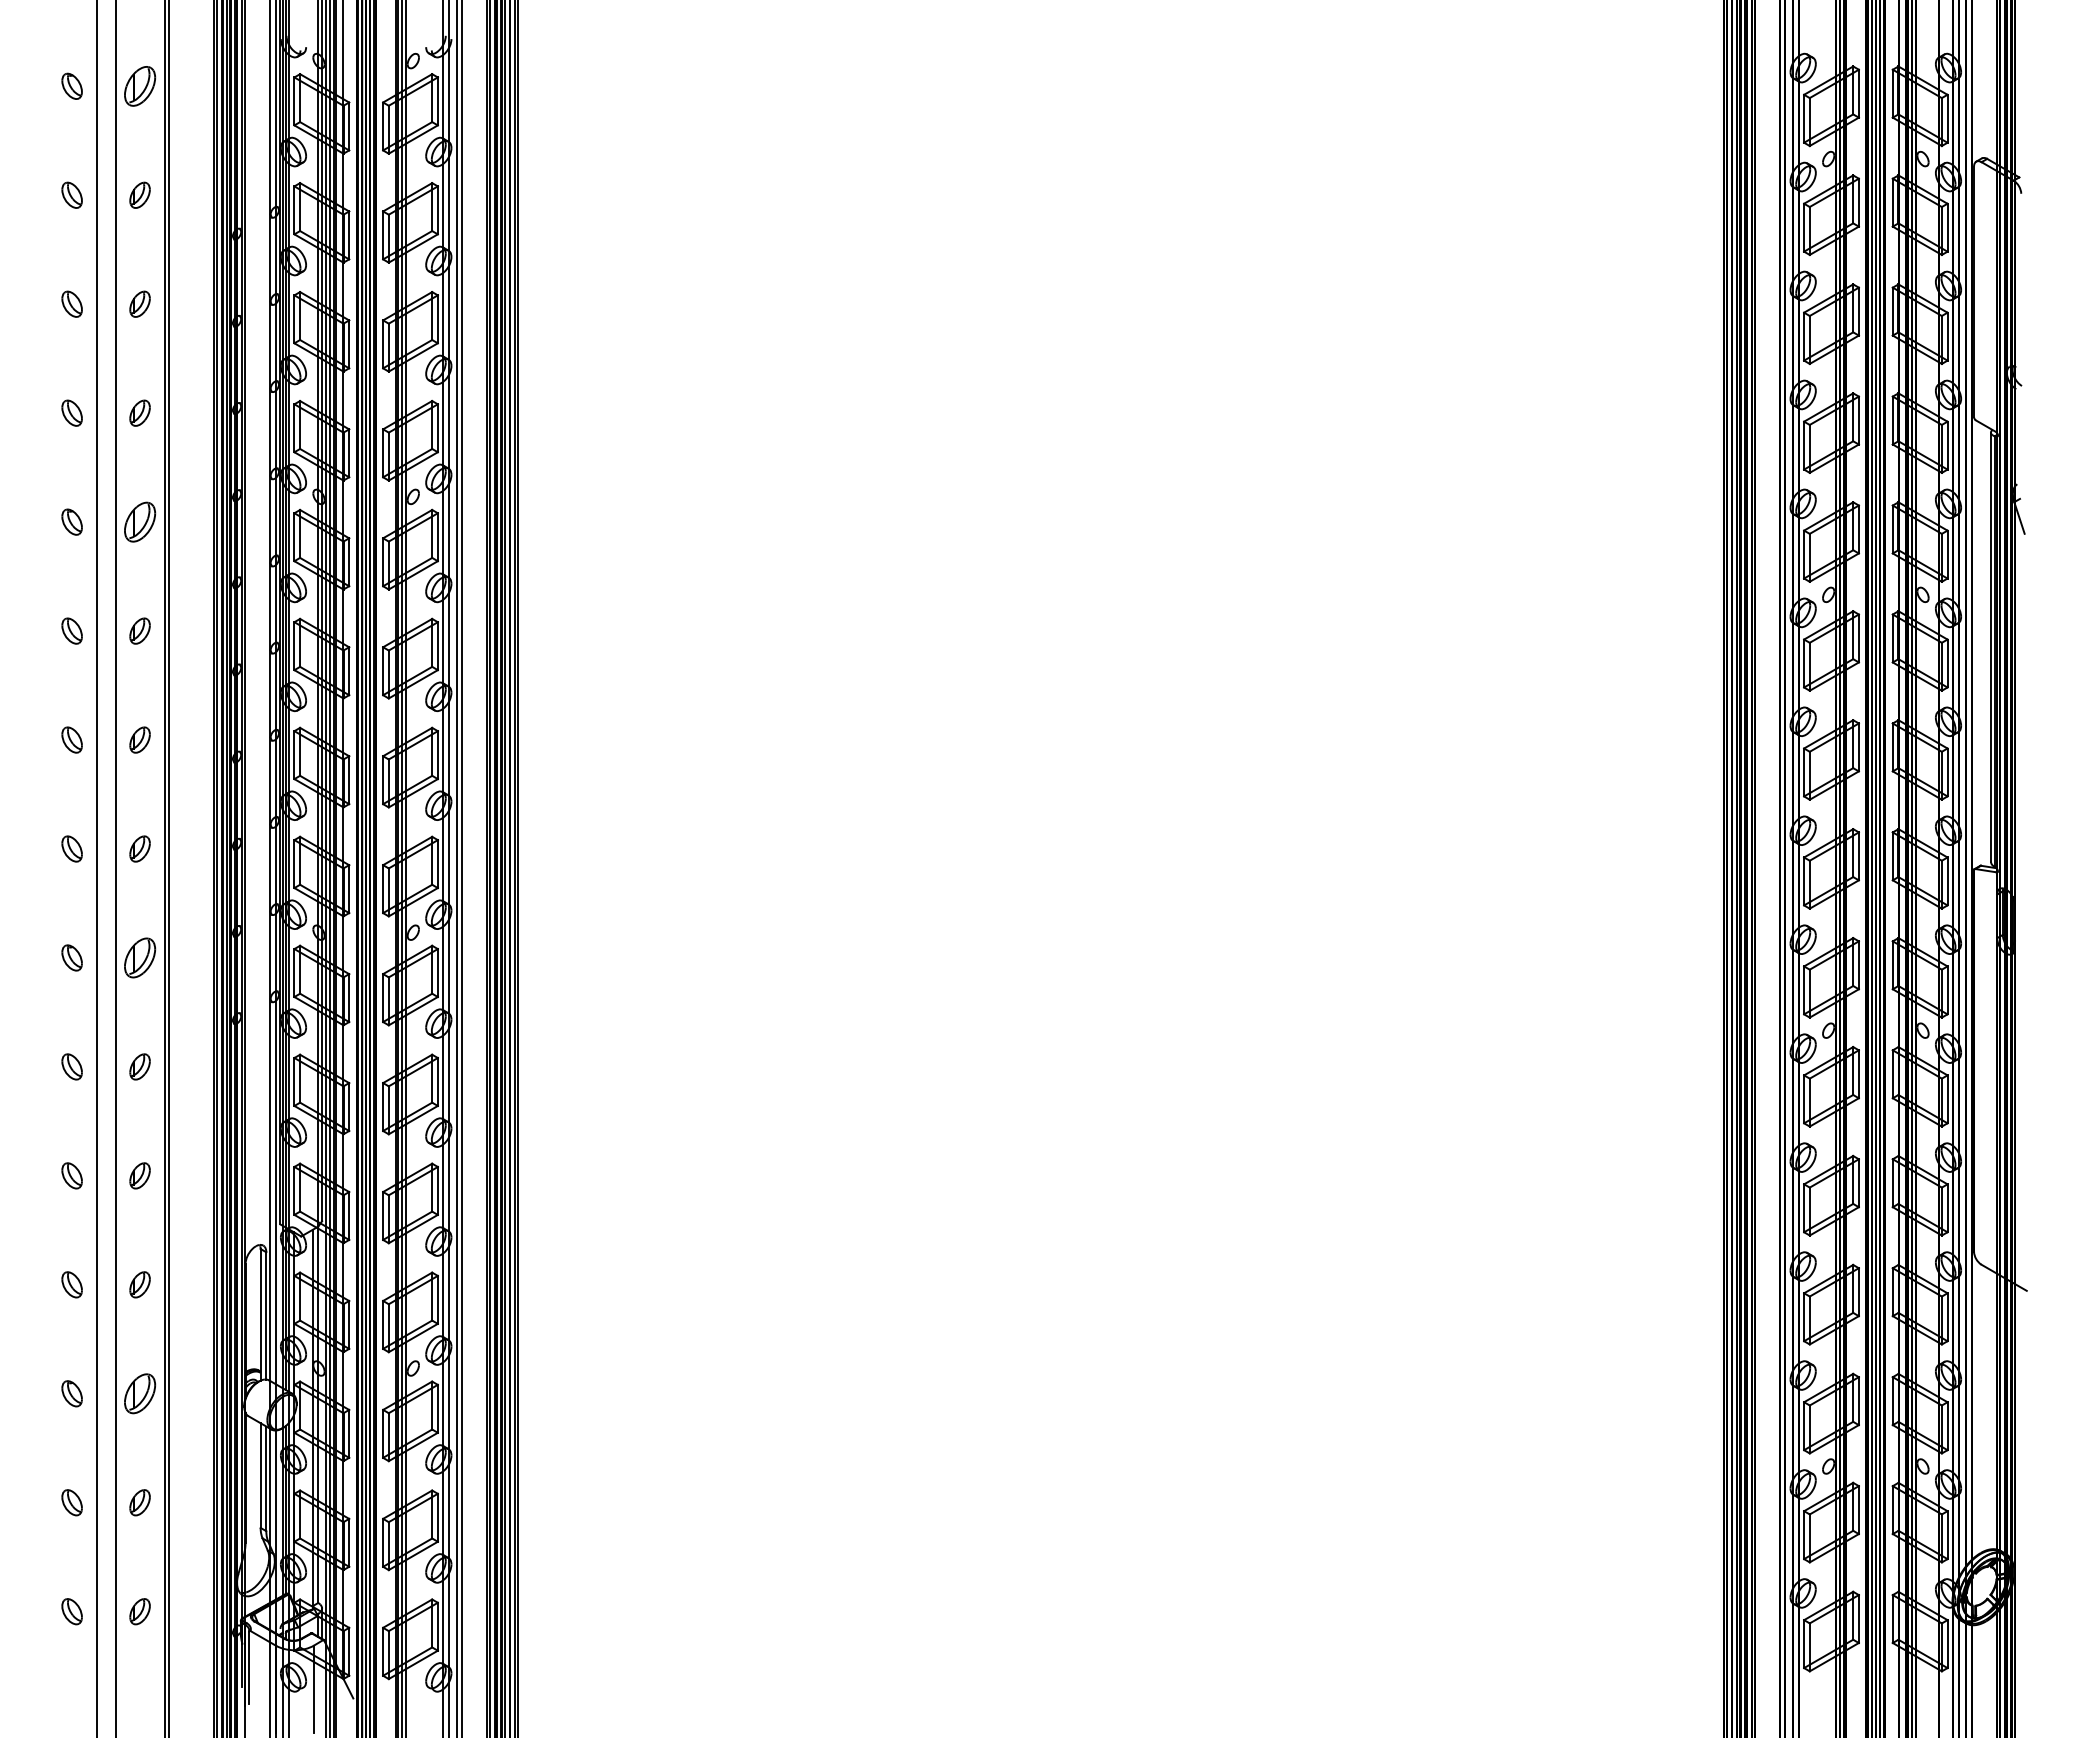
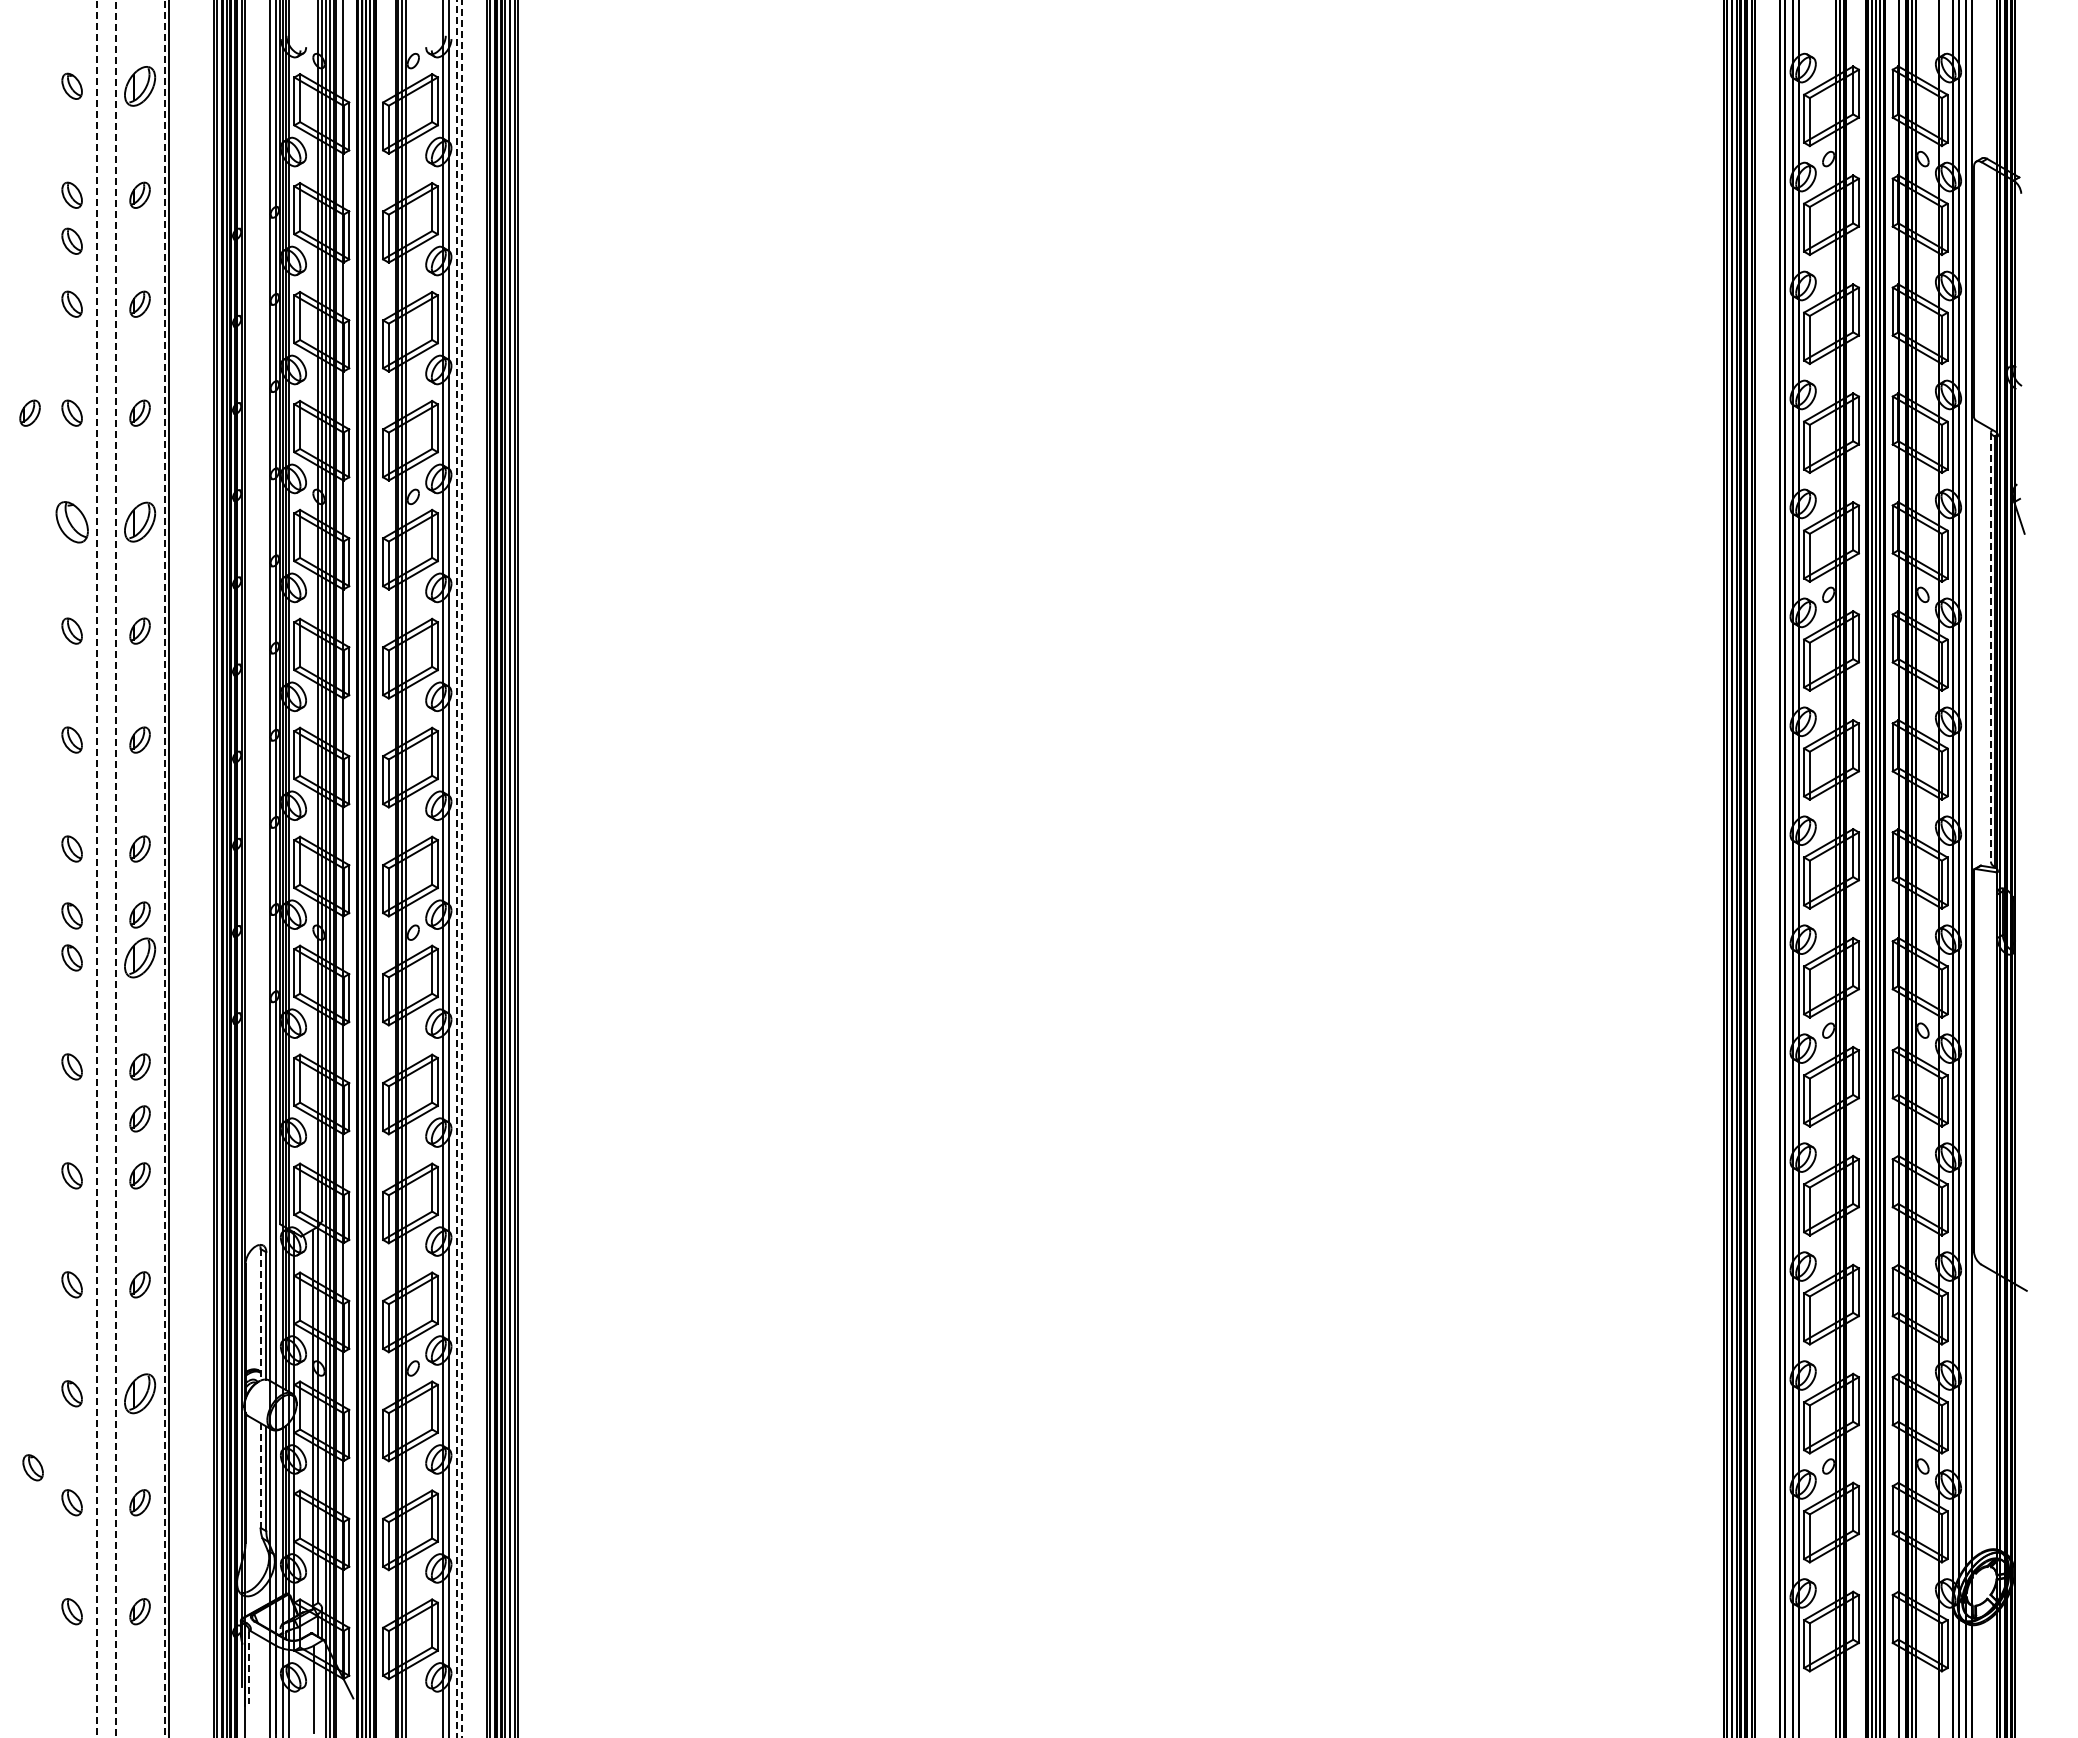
part at (71, 240): none -> present
part at (29, 412): none -> present
part at (71, 521) size: 22x28 px -> 34x43 px
line at (1990, 647): solid -> dashed
line at (96, 868): solid -> dashed
line at (164, 868): solid -> dashed
line at (115, 869): solid -> dashed
line at (456, 869): solid -> dashed
line at (462, 869): solid -> dashed
part at (139, 914): none -> present
part at (71, 915): none -> present
part at (139, 1118): none -> present
line at (260, 1314): solid -> dashed
part at (32, 1467): none -> present
line at (260, 1476): solid -> dashed
line at (249, 1668): solid -> dashed
